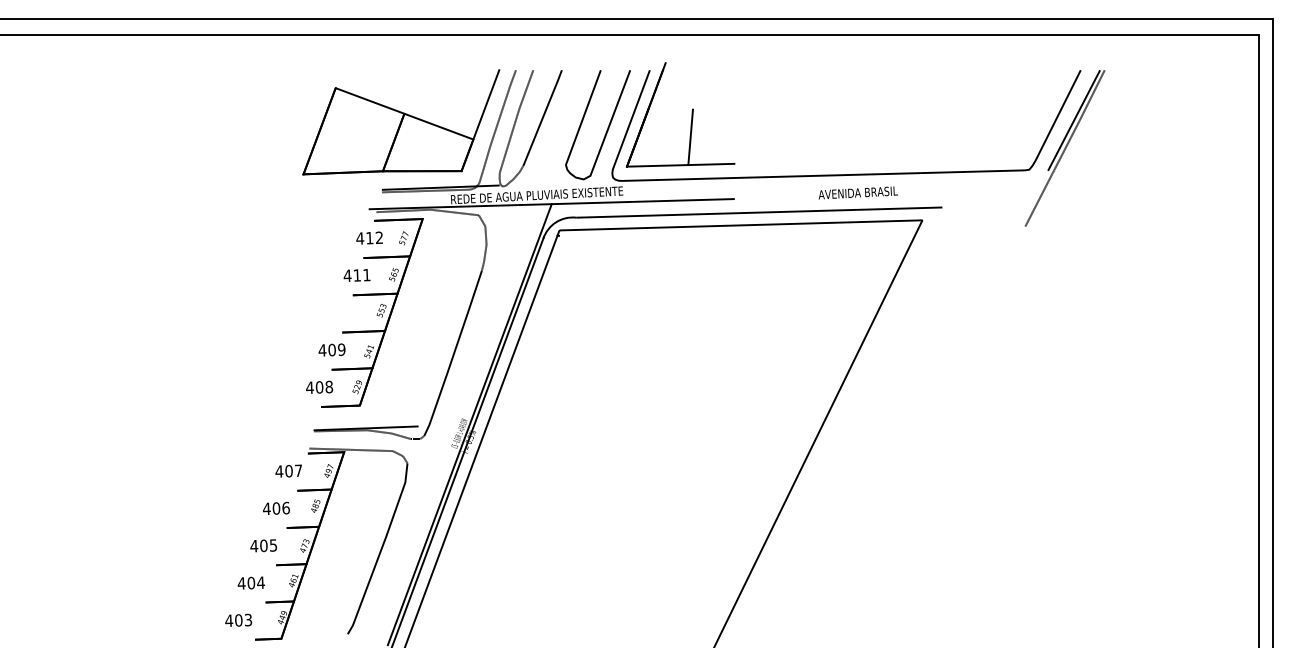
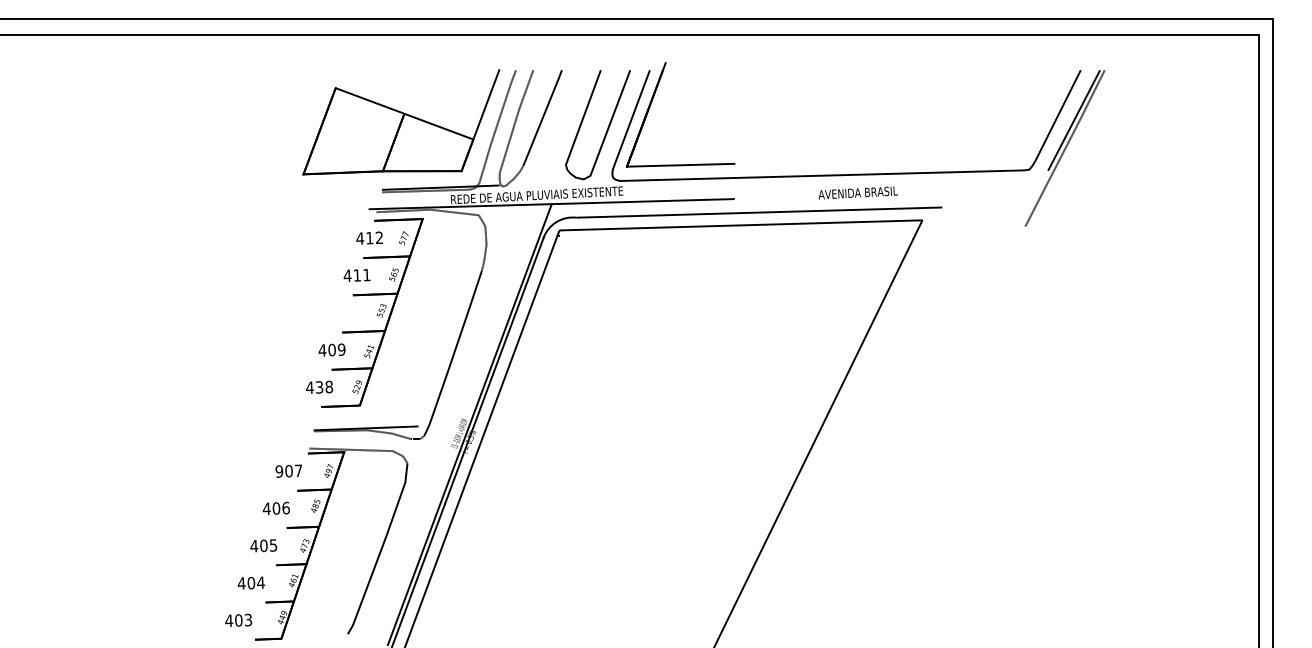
line at (690, 137): present -> none
text at (319, 387): 408 -> 438
text at (279, 471): 407 -> 907
